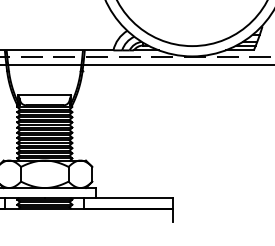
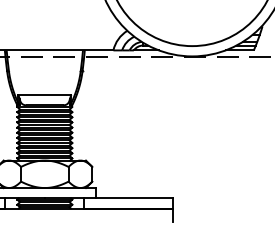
line at (136, 65): present -> none
